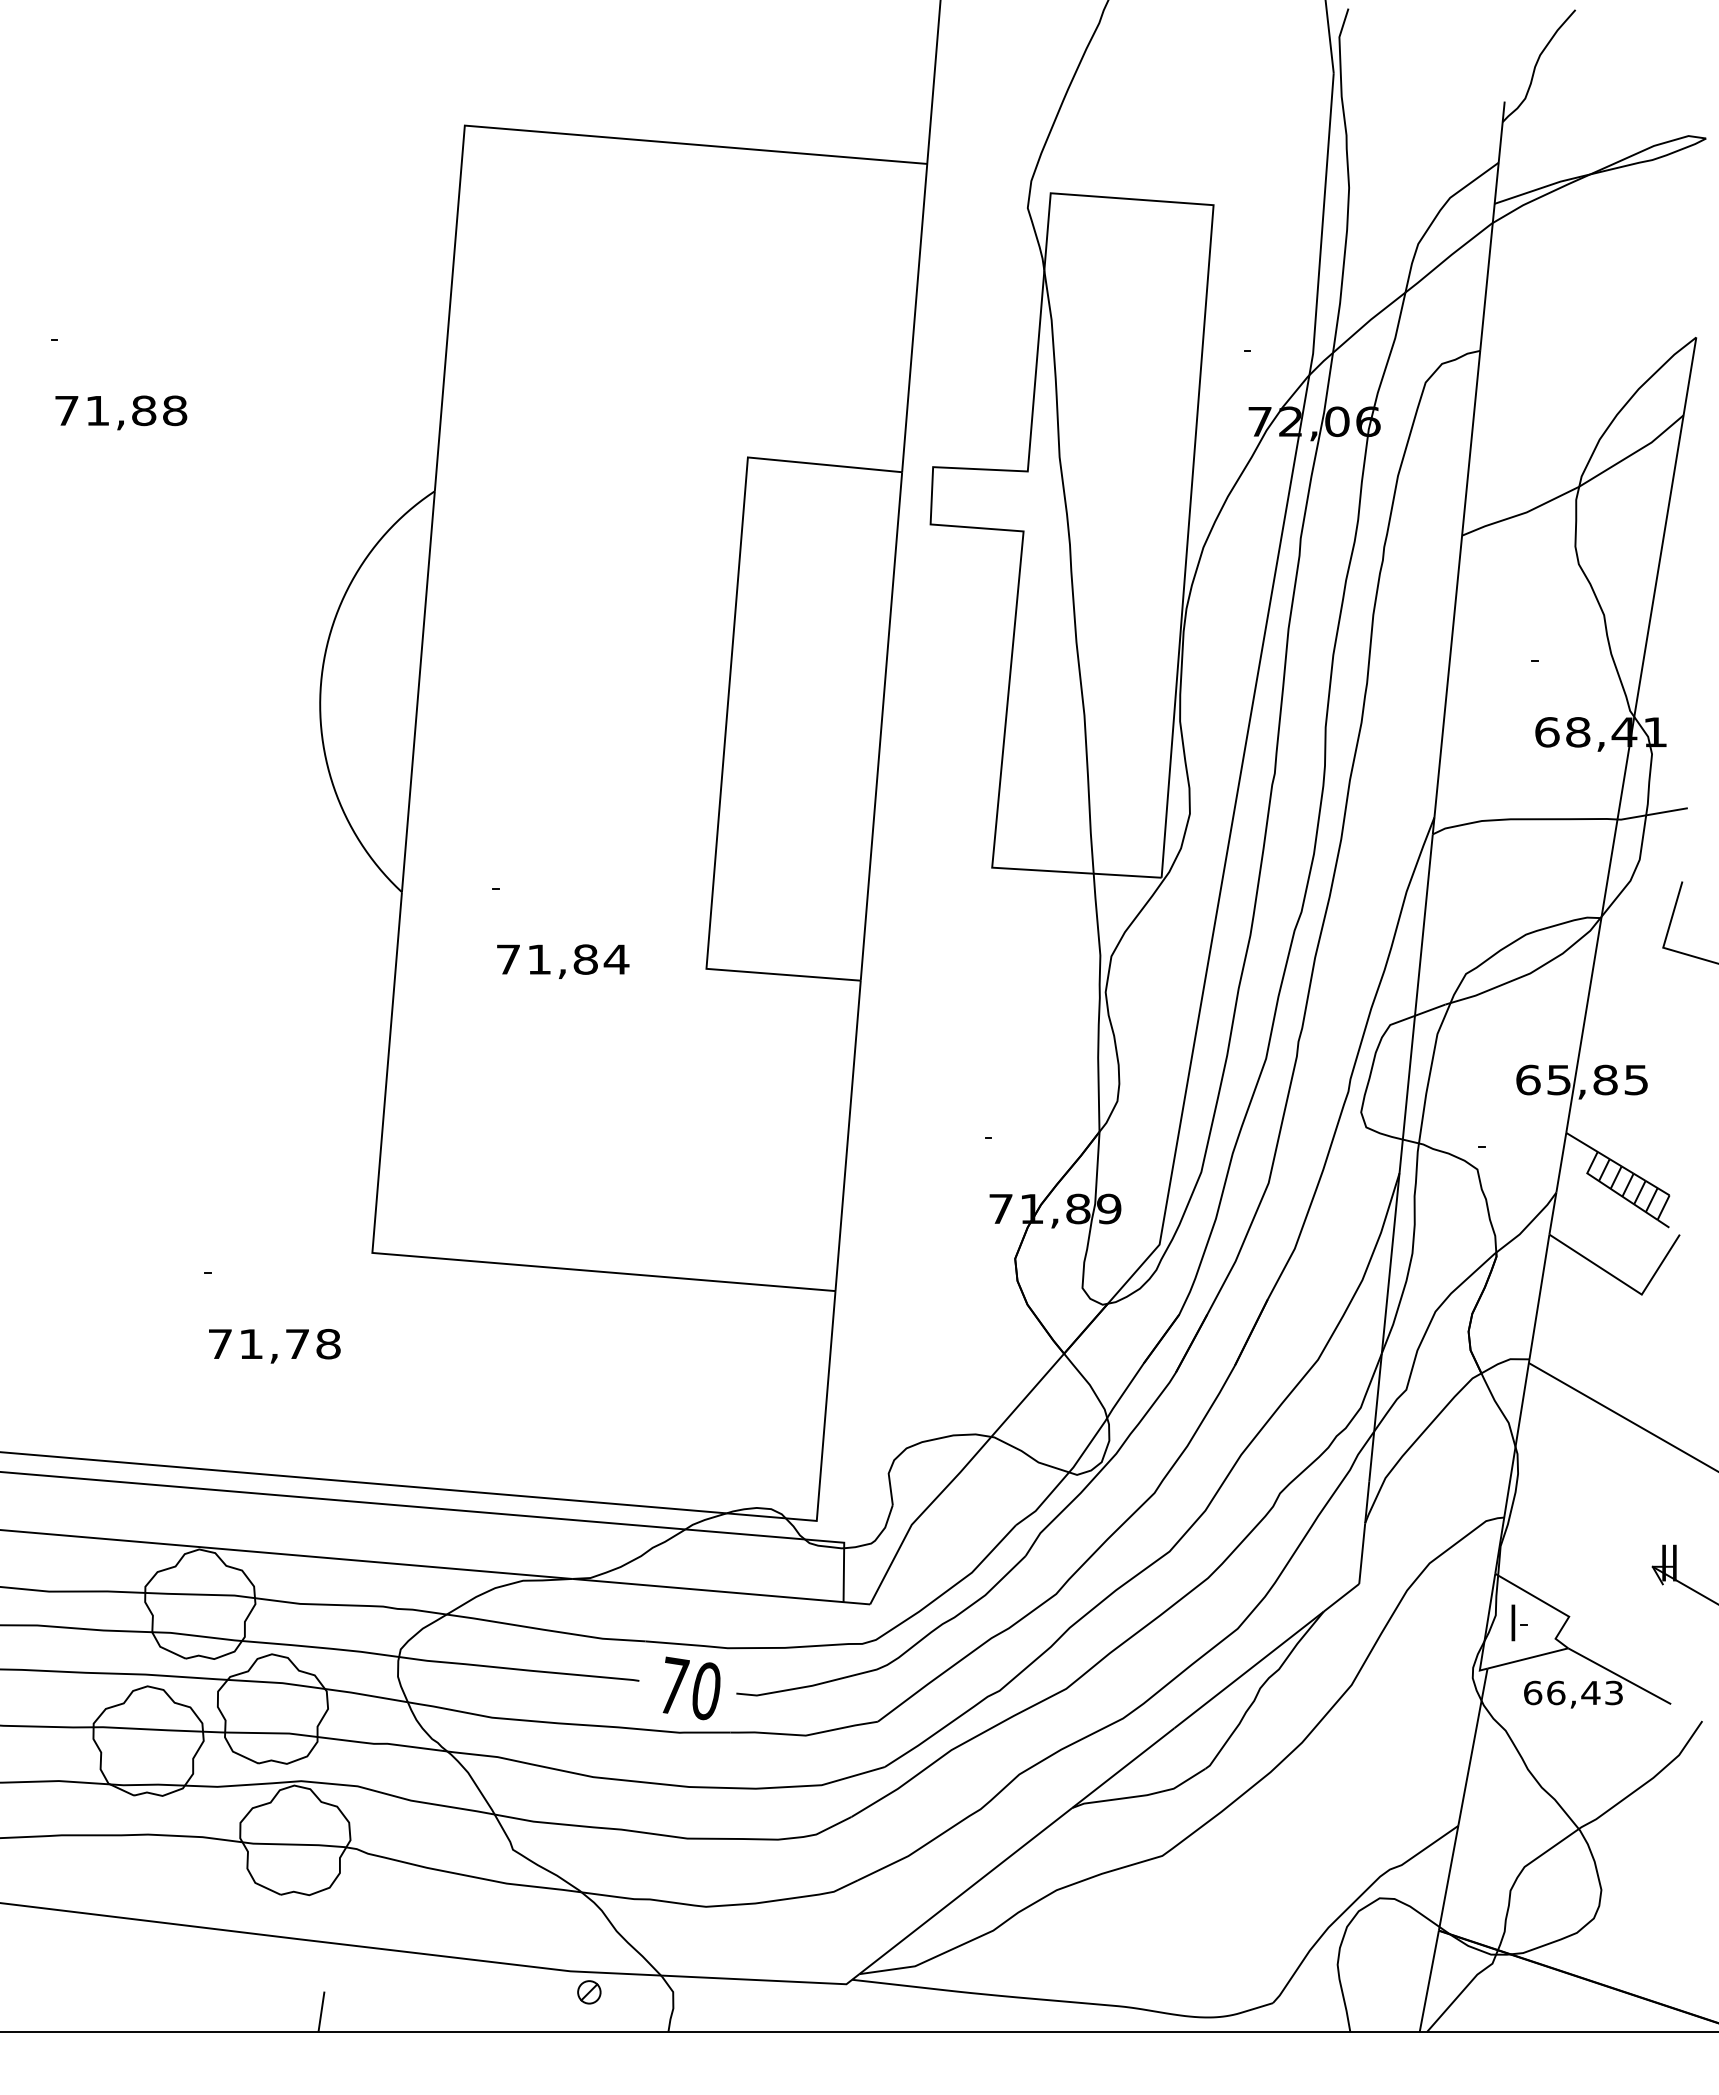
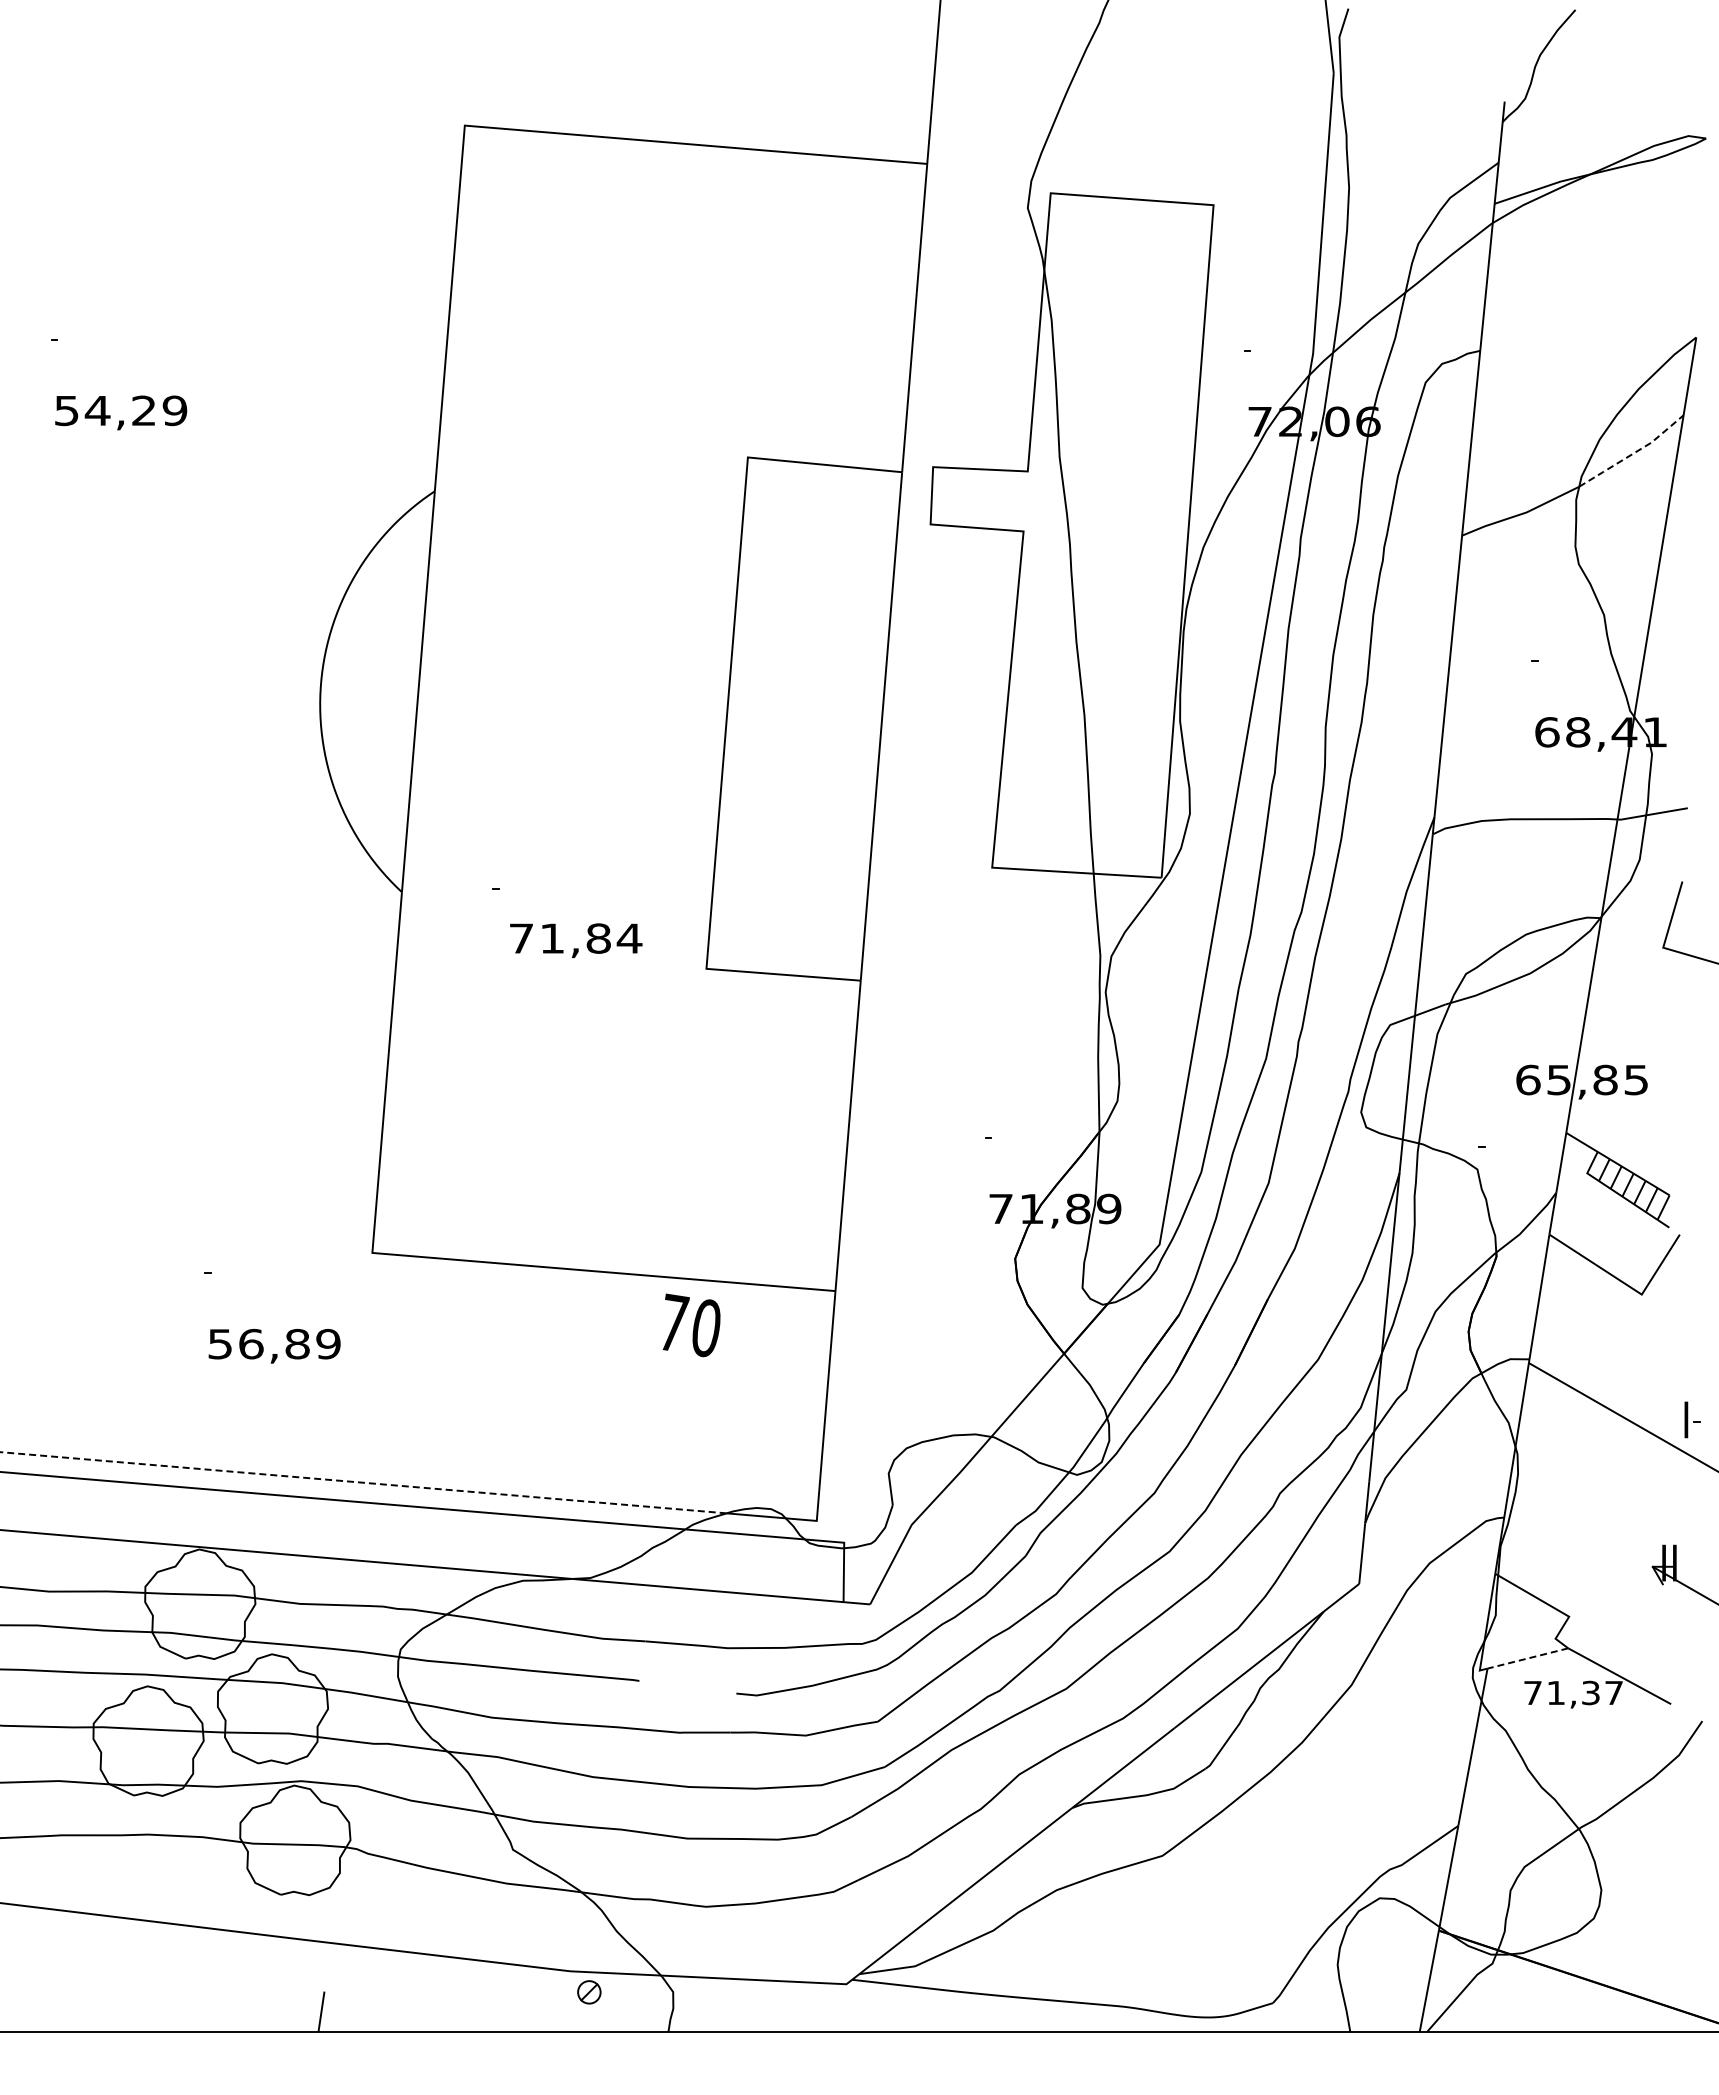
text at (121, 410): 71,88 -> 54,29
line at (1633, 453): solid -> dashed
text at (563, 961) position: (563, 961) -> (576, 940)
text at (274, 1343): 71,78 -> 56,89
line at (363, 1482): solid -> dashed
part at (1519, 1622) position: (1519, 1622) -> (1692, 1419)
line at (1527, 1658): solid -> dashed
text at (691, 1688) position: (691, 1688) -> (691, 1325)
text at (1573, 1692): 66,43 -> 71,37
